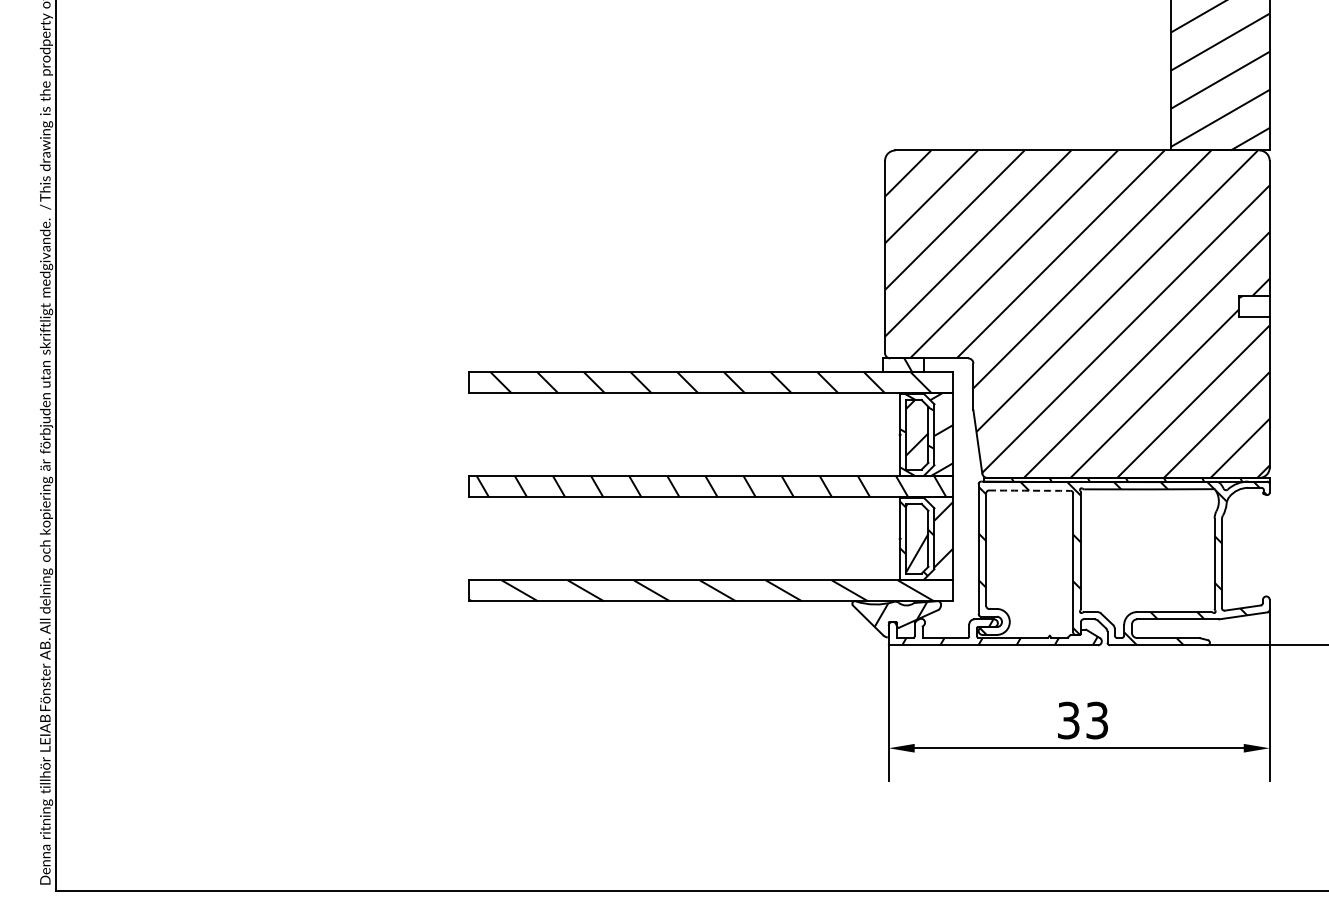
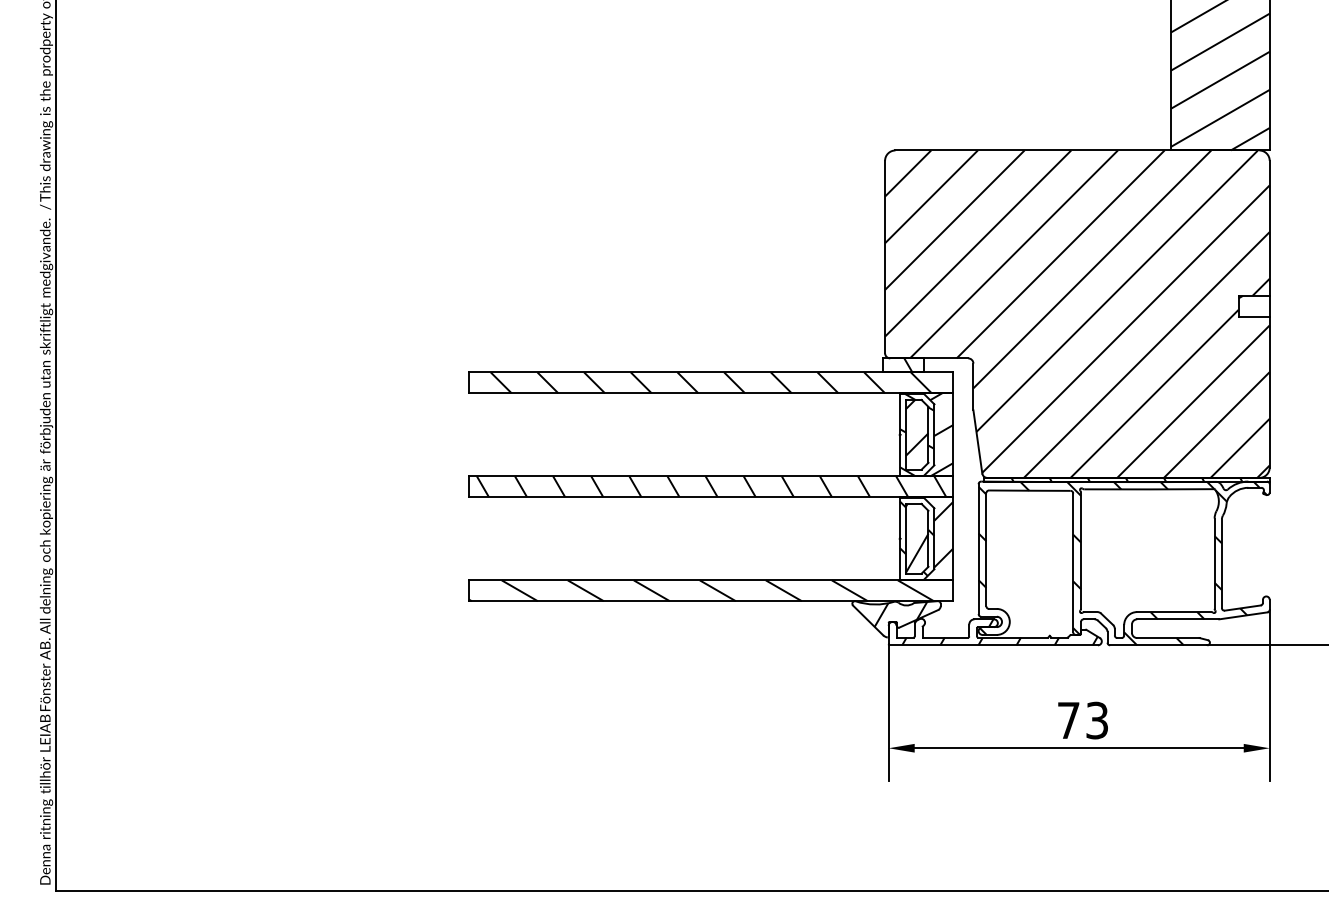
arc at (1029, 490): dashed -> solid
text at (1068, 720): 33 -> 73
